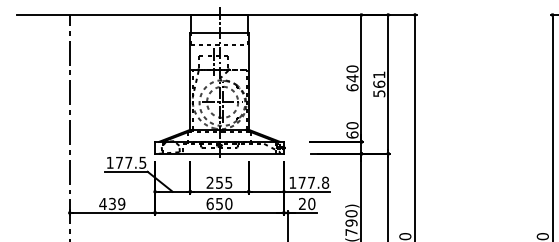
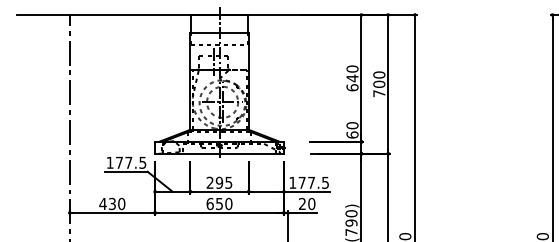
text at (379, 84): 561 -> 700
text at (219, 182): 255 -> 295
text at (325, 182): 177.8 -> 177.5
text at (121, 204): 439 -> 430
